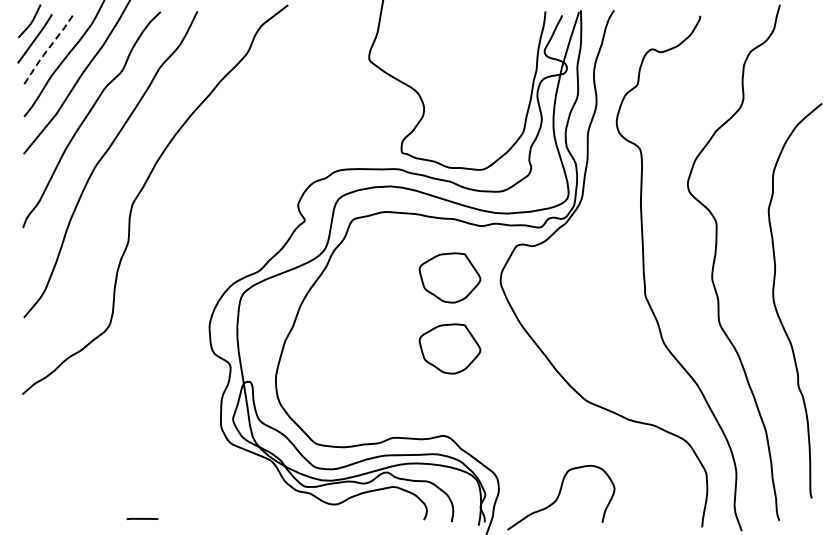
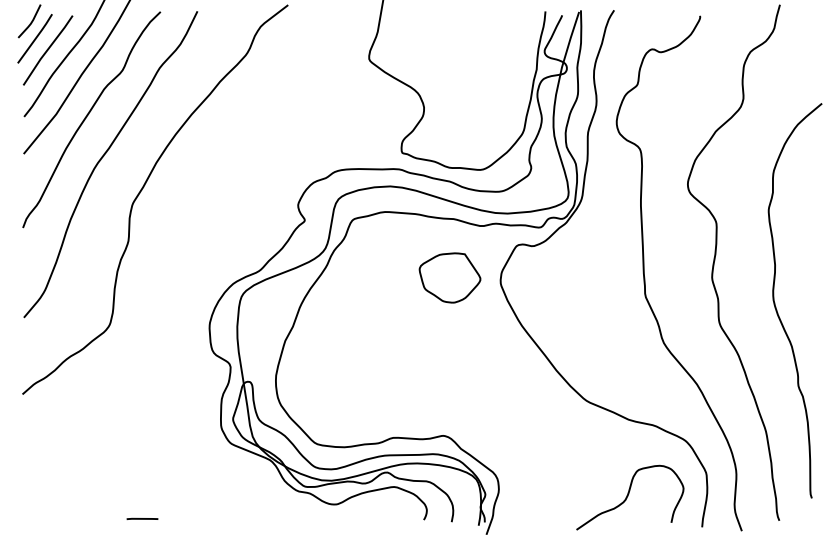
line at (47, 50): dashed -> solid
part at (449, 348): present -> none
curve at (559, 496) position: (559, 496) -> (628, 496)
